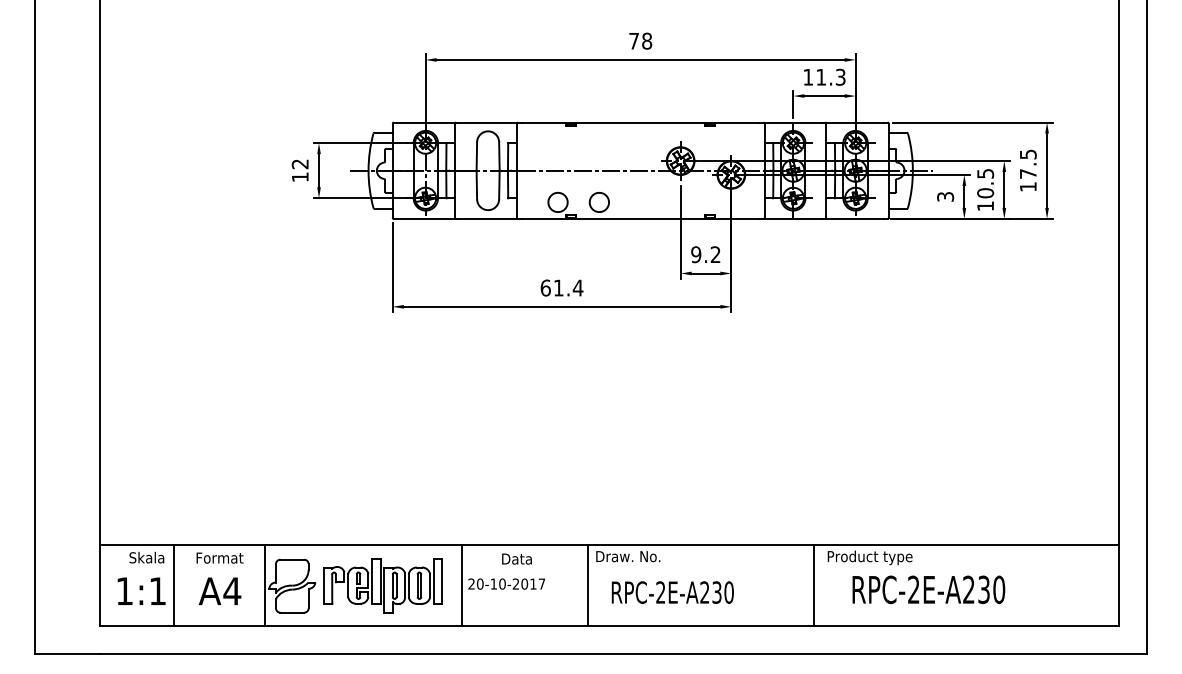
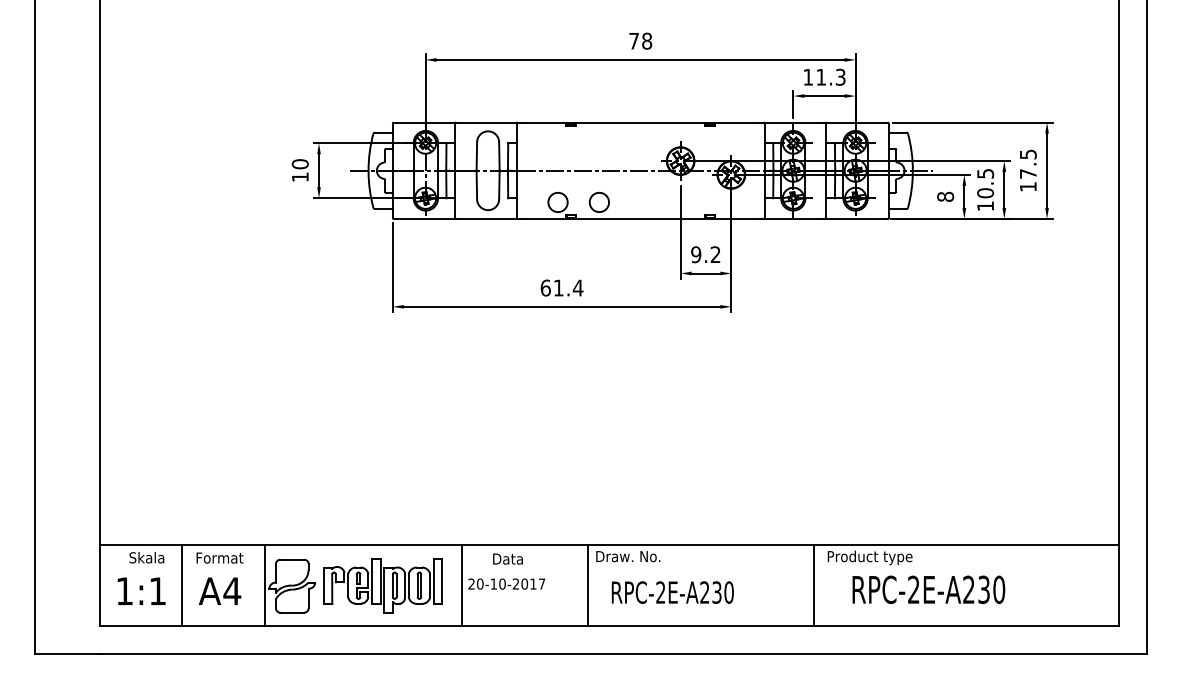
text at (299, 164): 12 -> 10
text at (945, 196): 3 -> 8
text at (516, 558) position: (516, 558) -> (507, 558)
line at (174, 585) position: (174, 585) -> (182, 585)
